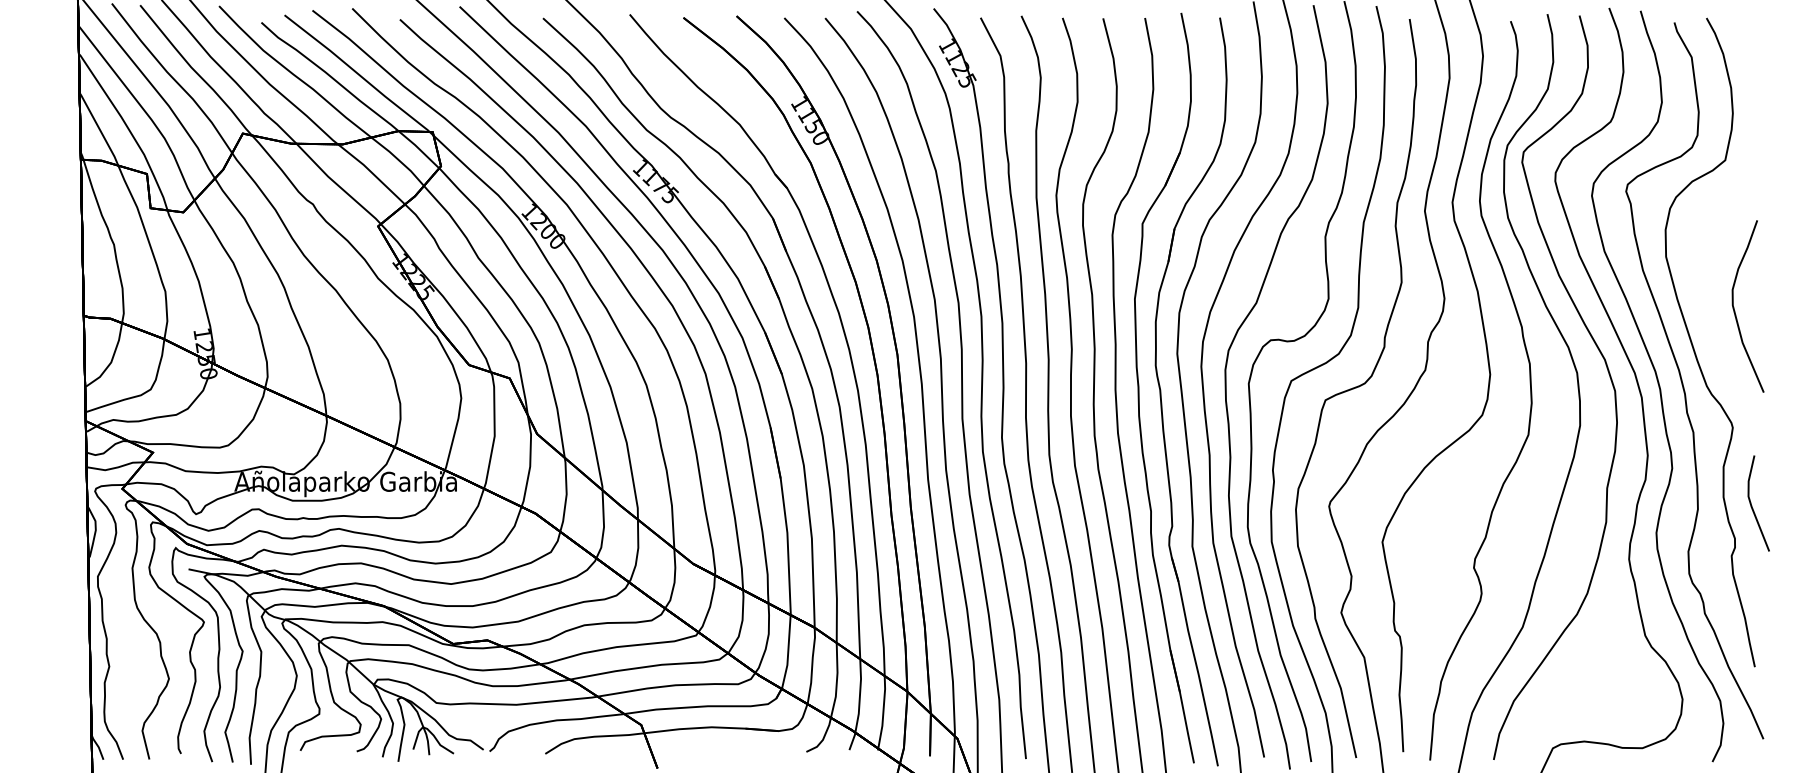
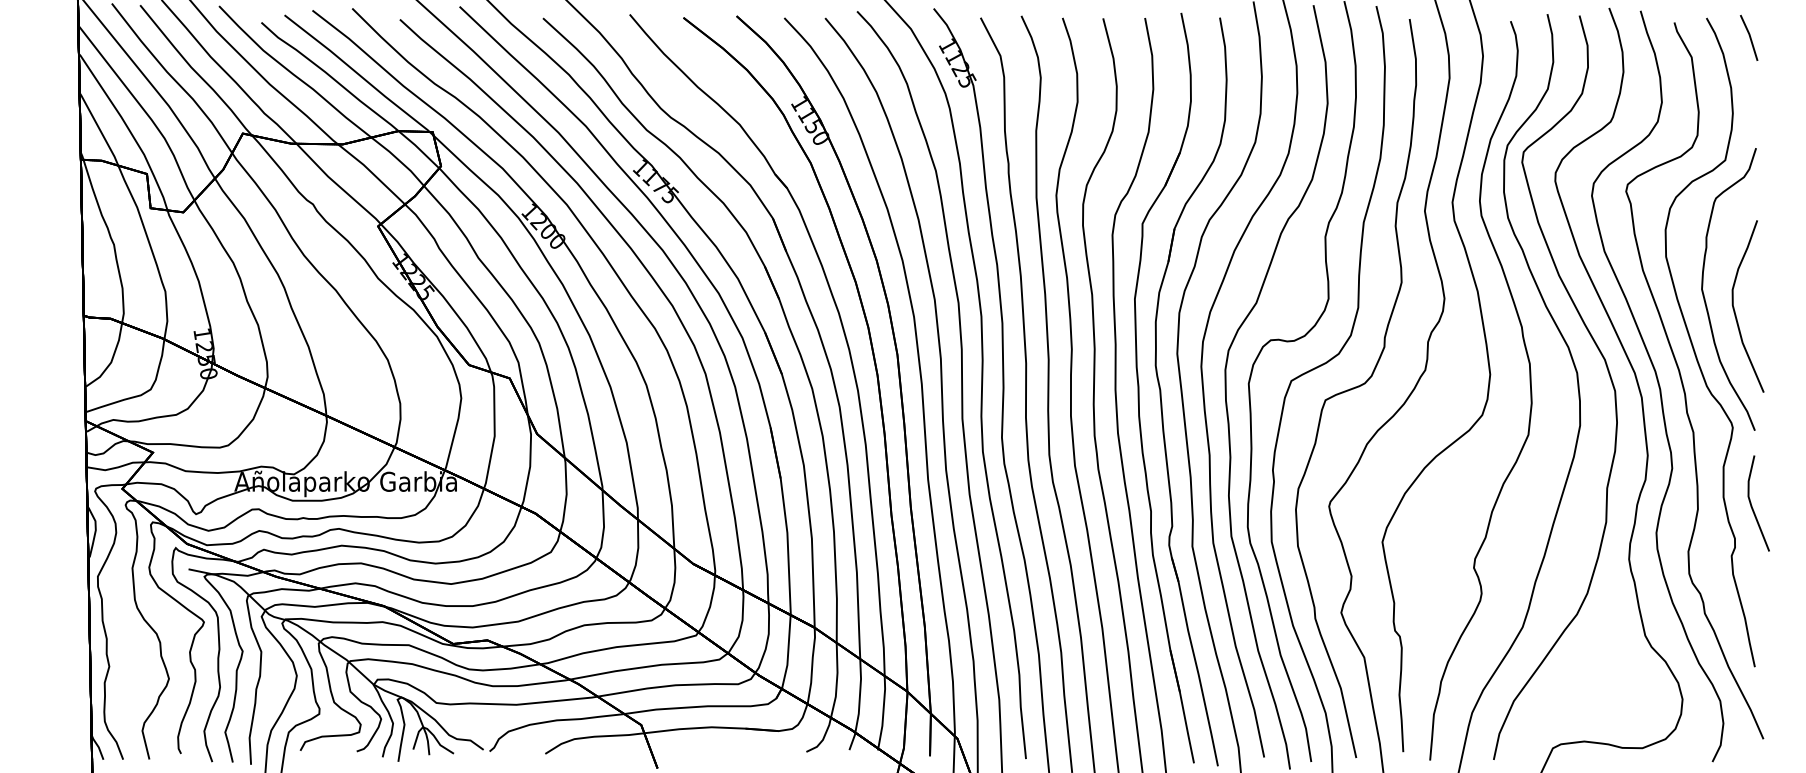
line at (1749, 37): none -> present
curve at (1704, 294): none -> present
